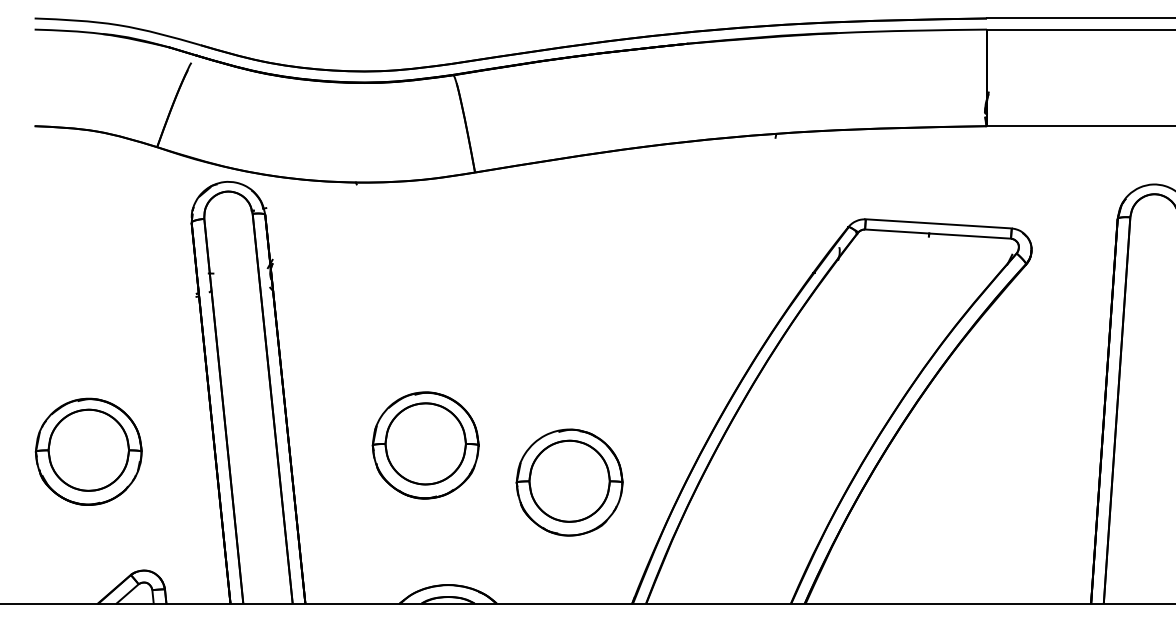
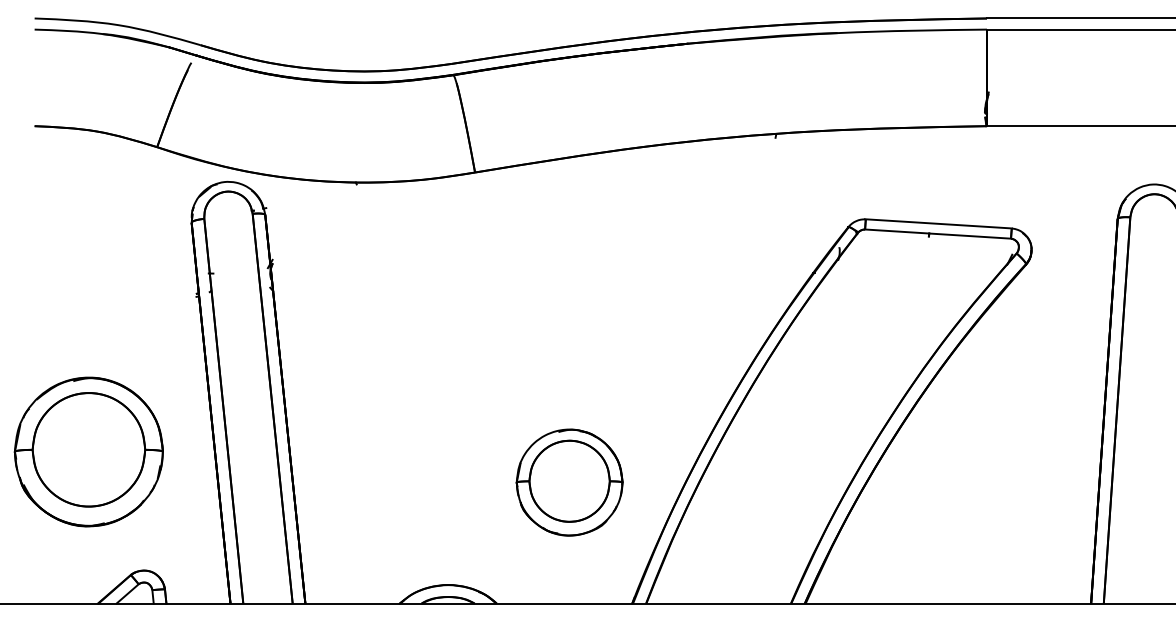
part at (425, 445): present -> none
part at (88, 451) size: 109x109 px -> 151x152 px
